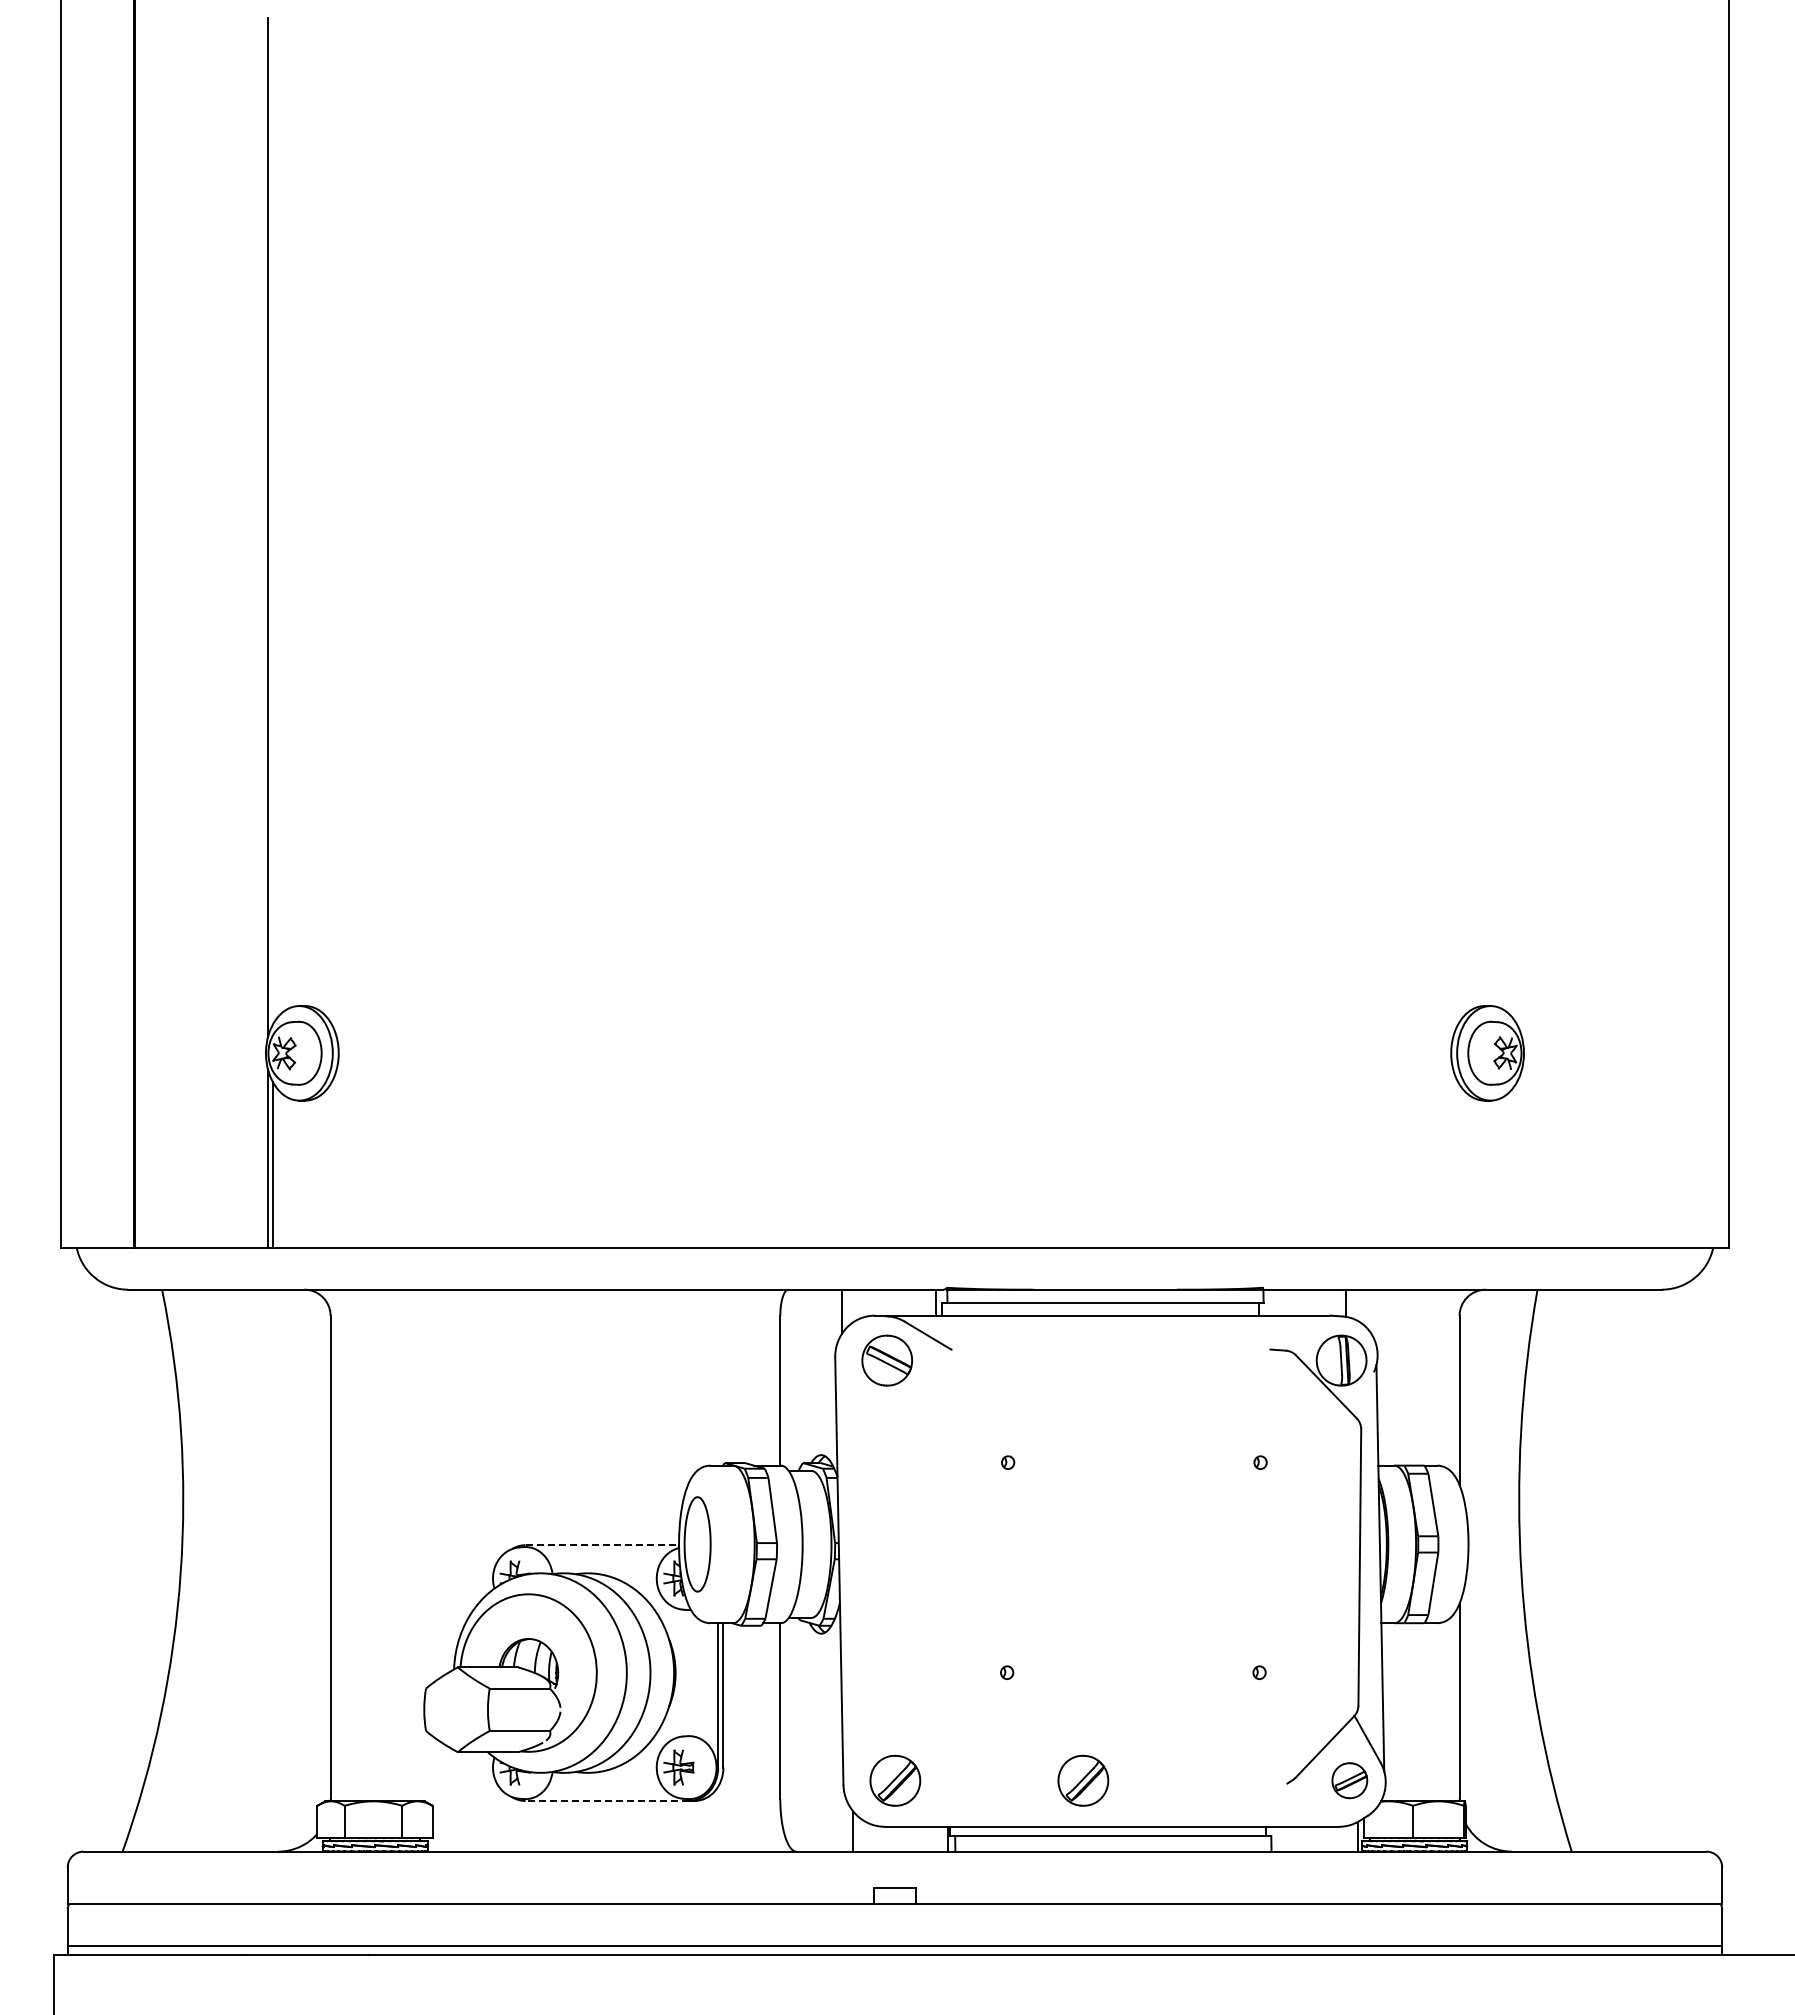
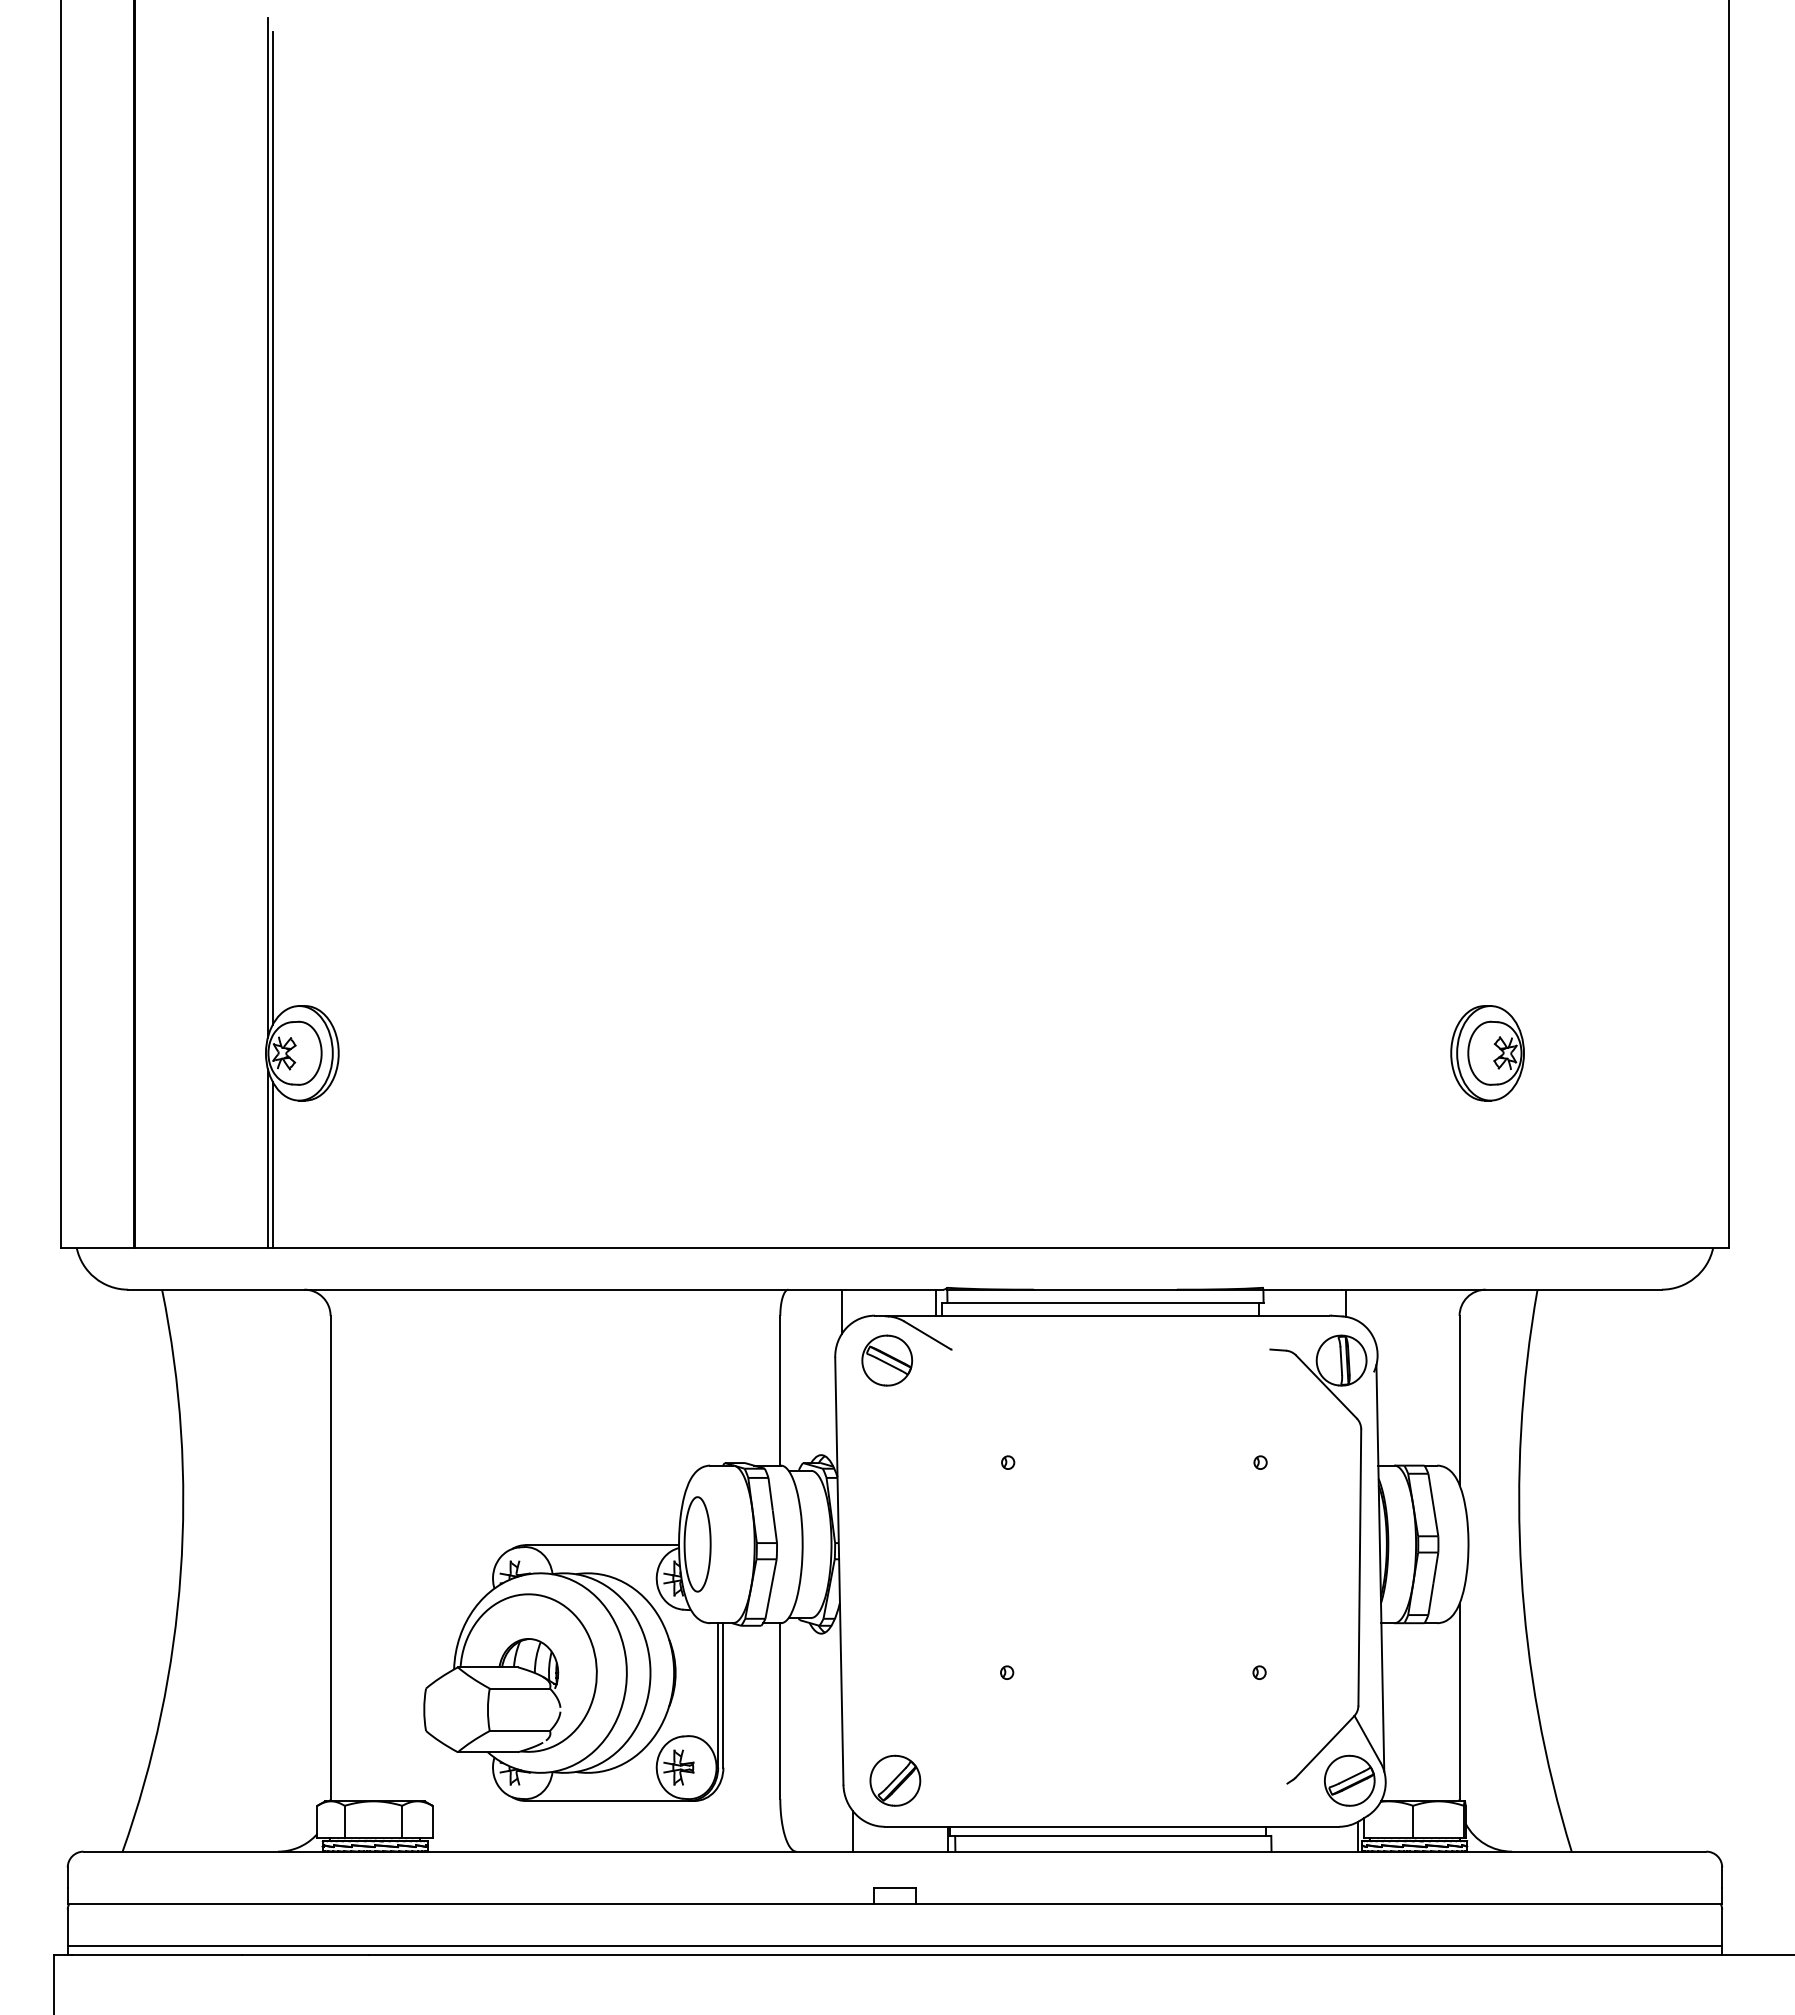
line at (272, 527): none -> present
line at (602, 1545): dashed -> solid
part at (1083, 1780): present -> none
part at (1349, 1780) size: 38x38 px -> 52x53 px
line at (607, 1800): dashed -> solid
